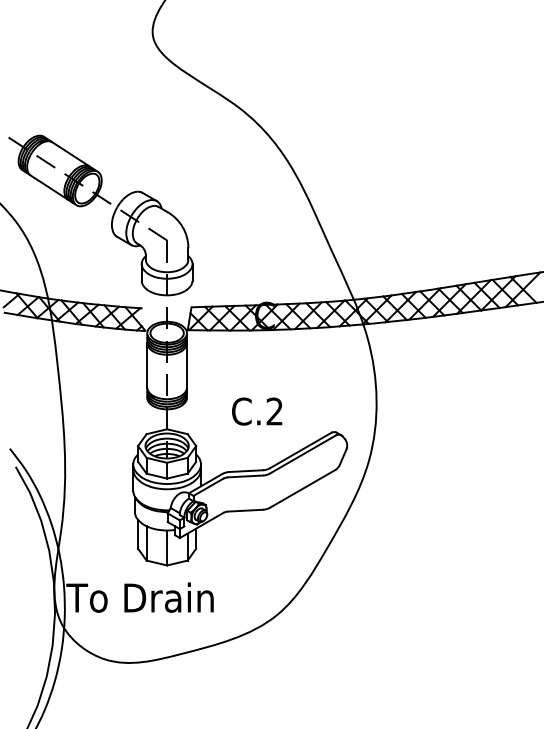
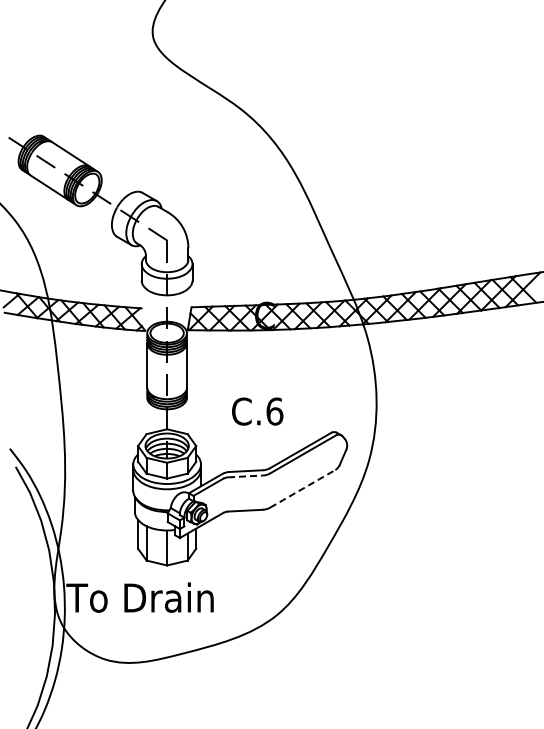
text at (274, 411): C.2 -> C.6
line at (245, 476): solid -> dashed
line at (302, 488): solid -> dashed
